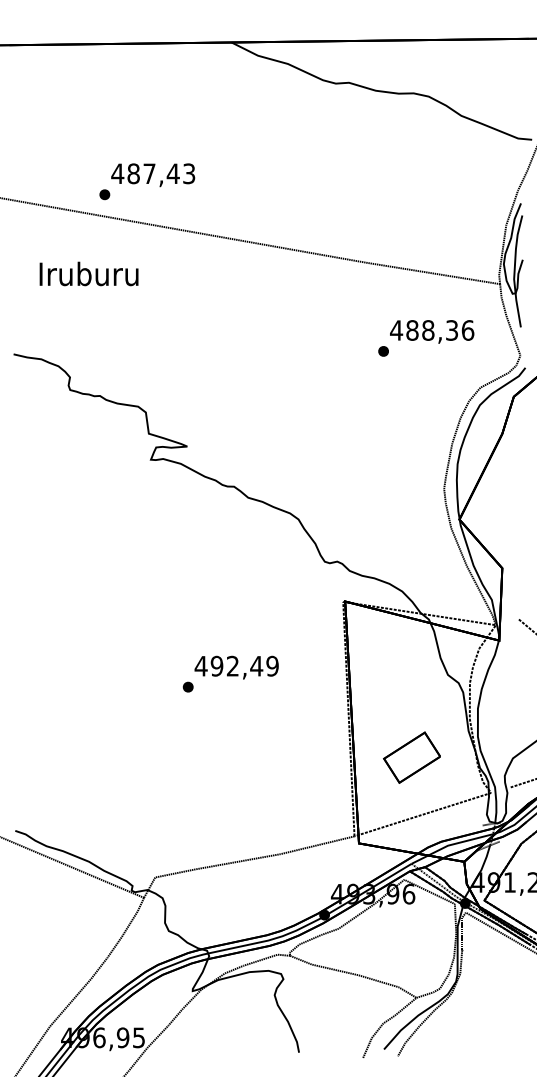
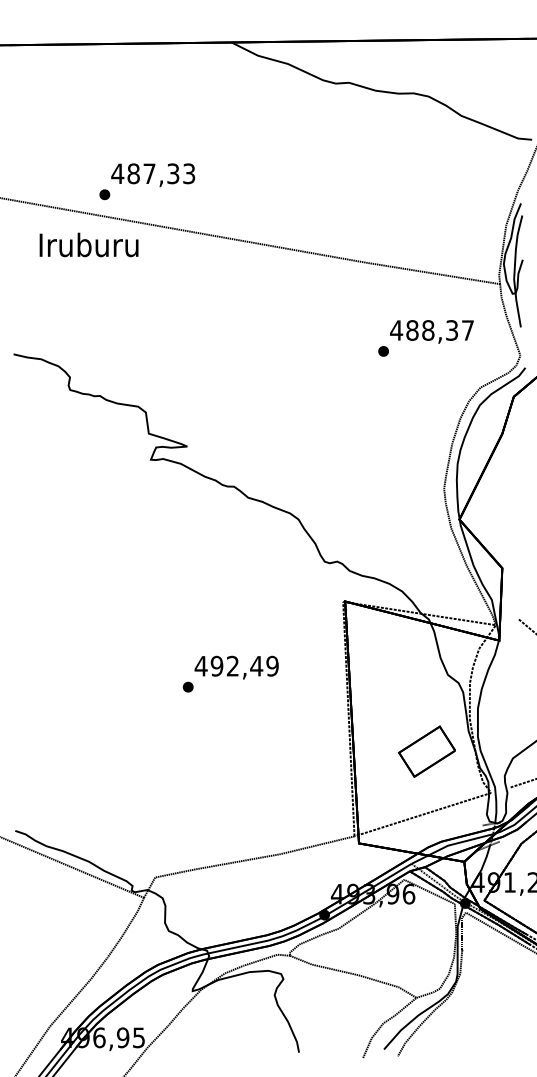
text at (172, 173): 487,43 -> 487,33
text at (88, 273) position: (88, 273) -> (88, 244)
text at (467, 330): 488,36 -> 488,37
part at (411, 757) position: (411, 757) -> (426, 751)
